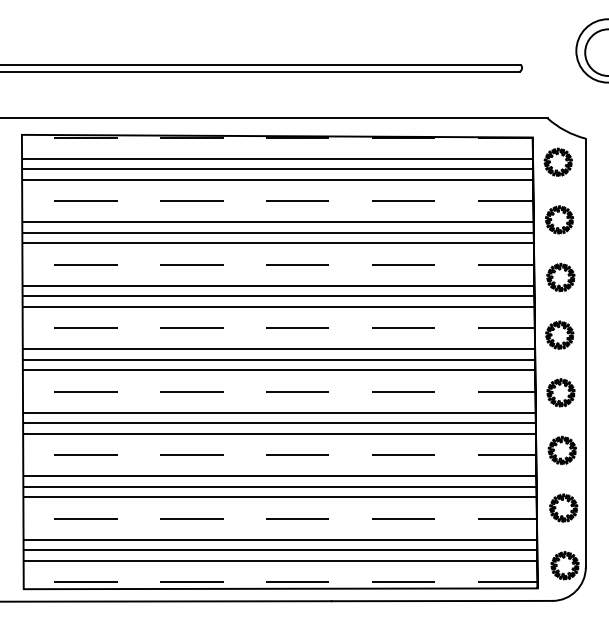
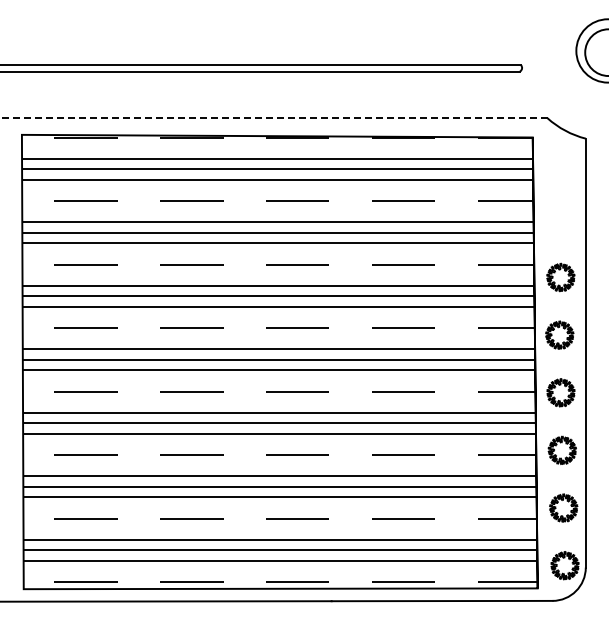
line at (273, 118): solid -> dashed
part at (557, 161): present -> none
part at (559, 219): present -> none
